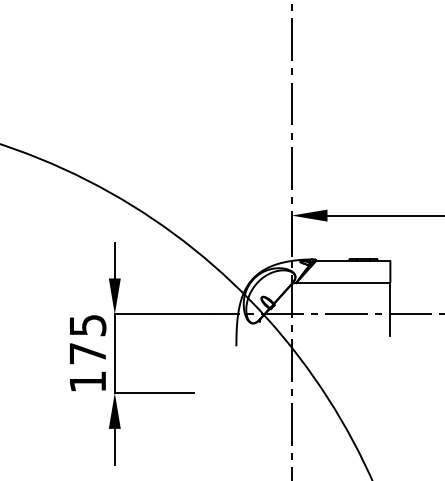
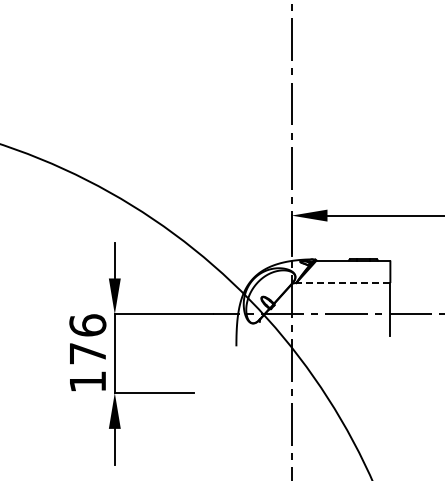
line at (342, 283): solid -> dashed
text at (87, 325): 175 -> 176
